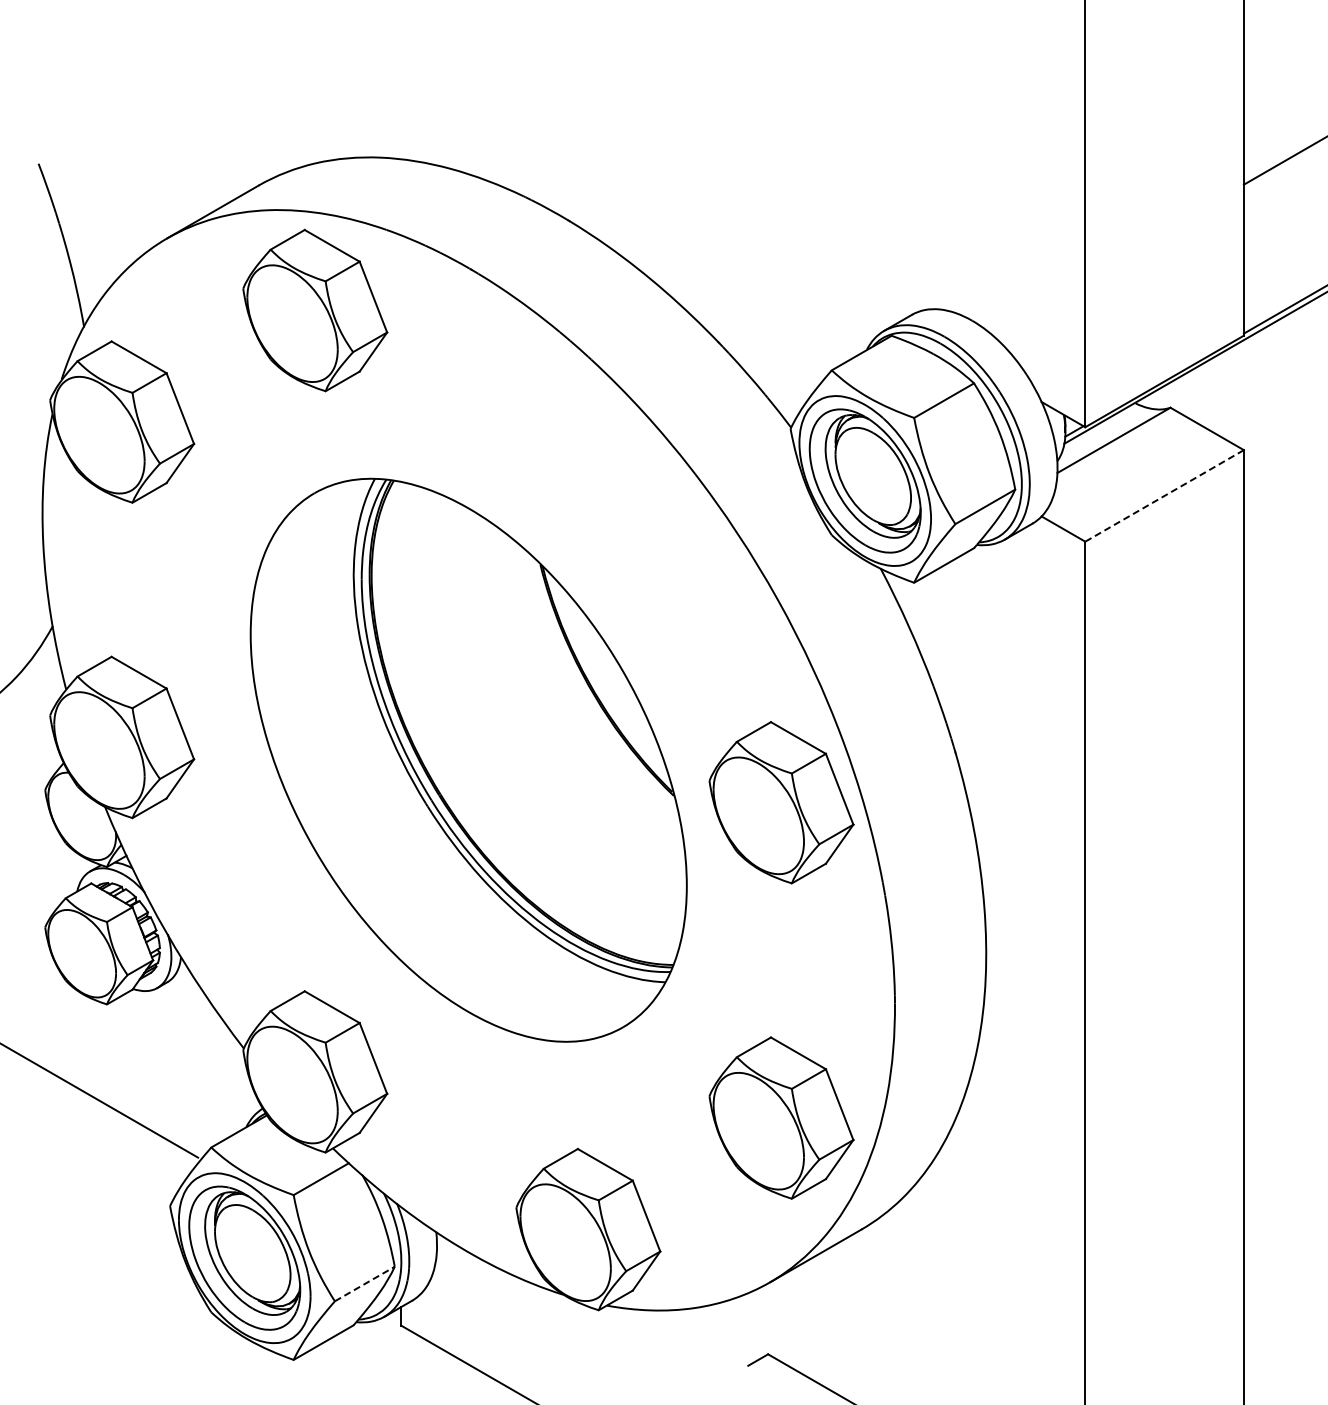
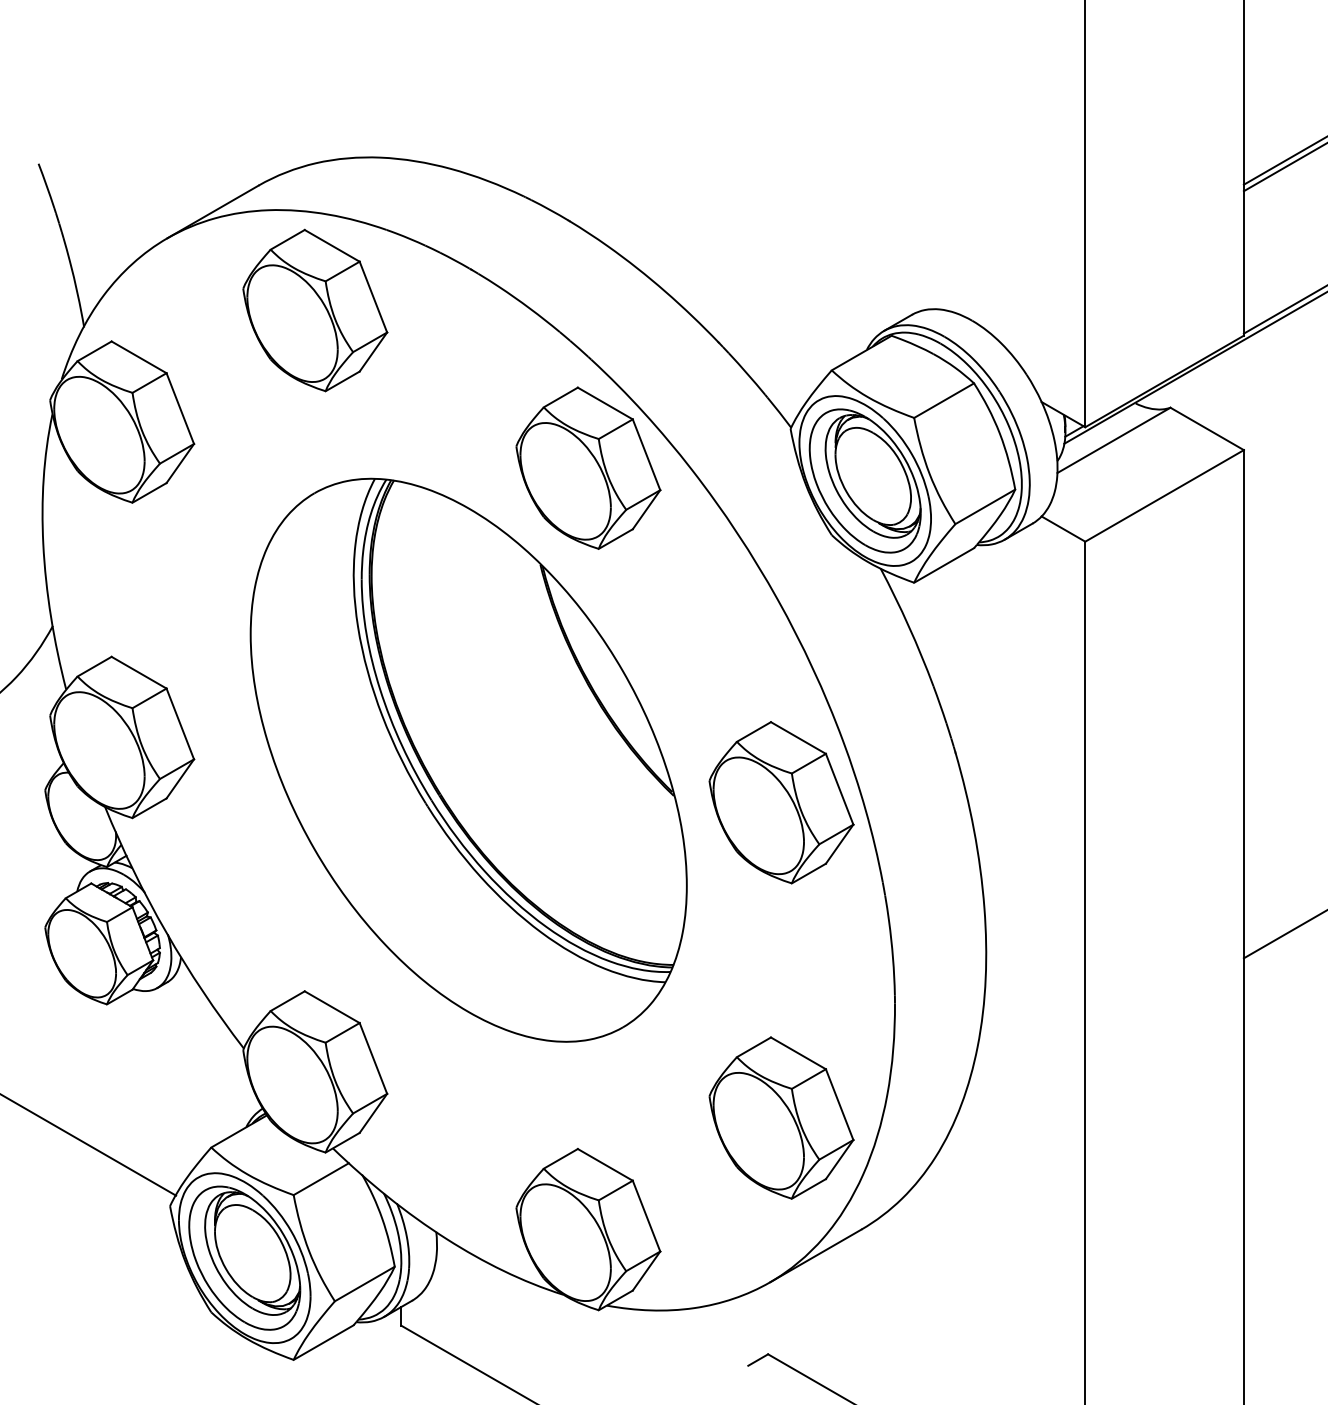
line at (1283, 167): none -> present
part at (588, 467): none -> present
line at (1164, 495): dashed -> solid
line at (1283, 934): none -> present
line at (100, 1100) position: (100, 1100) -> (89, 1145)
line at (364, 1284): dashed -> solid
